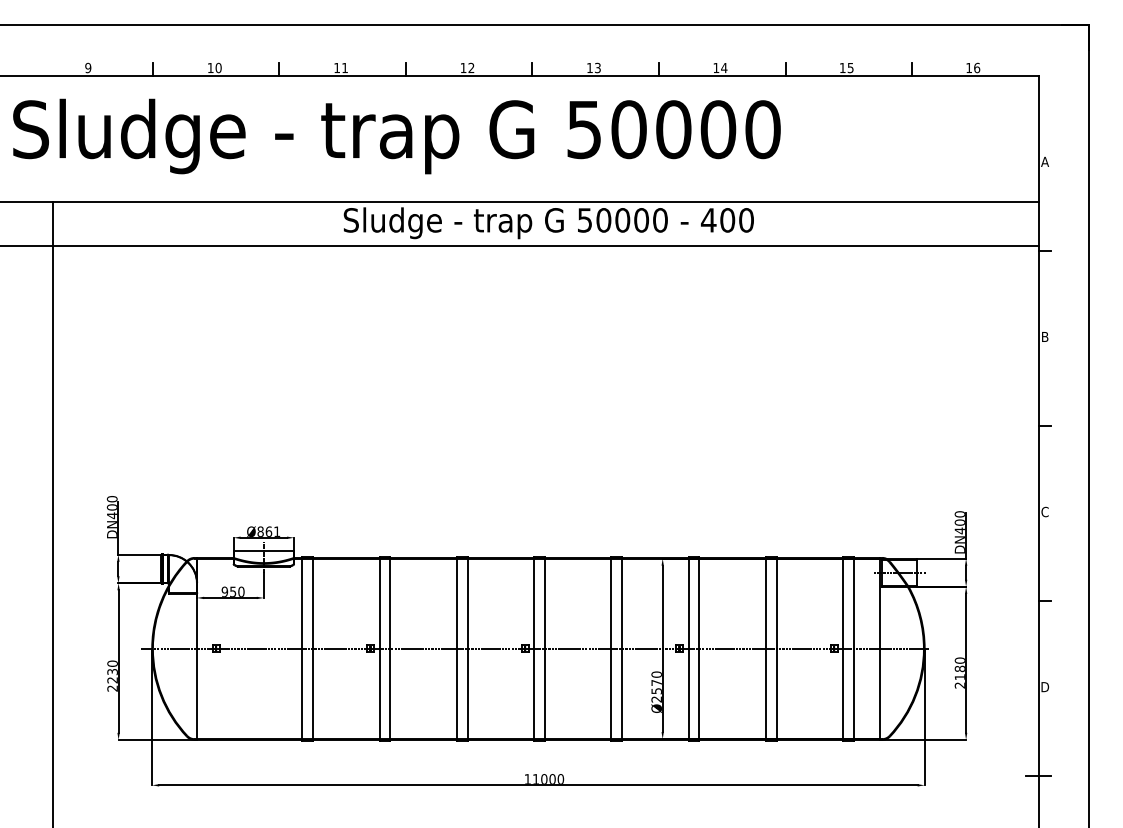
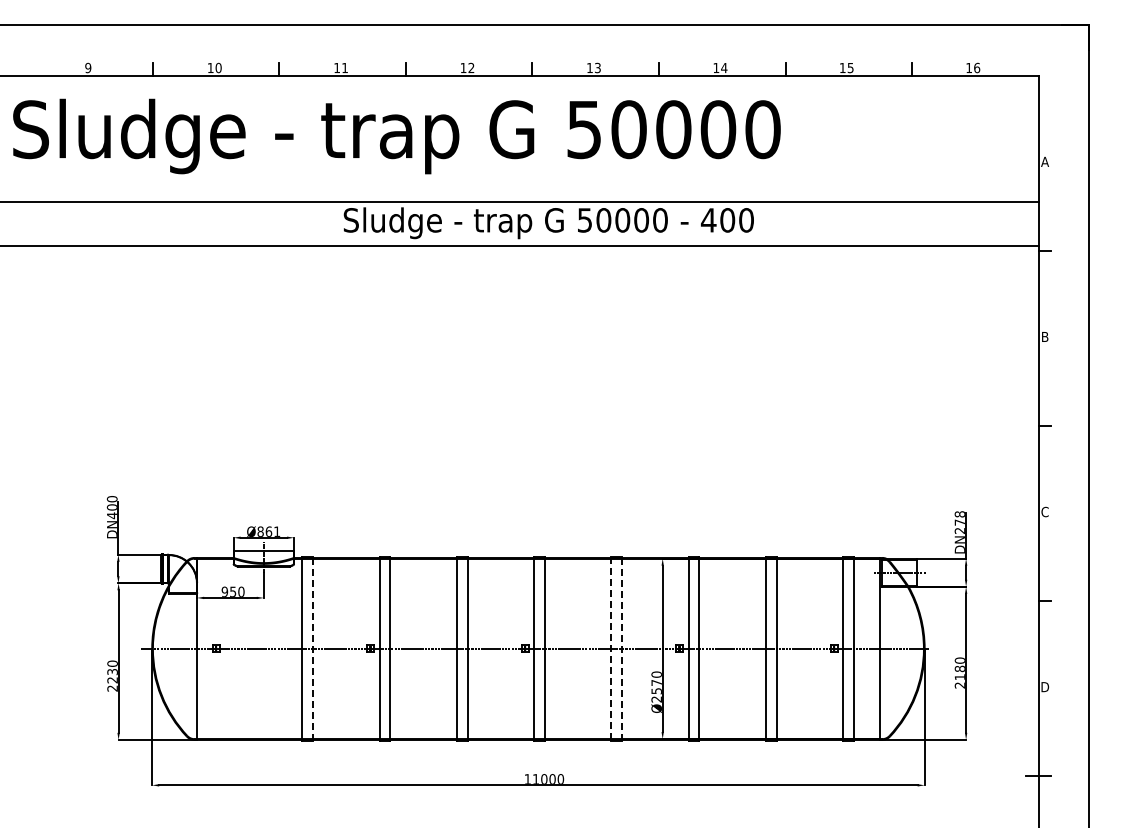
line at (52, 513): present -> none
text at (959, 522): DN400 -> DN278
line at (313, 648): solid -> dashed
line at (622, 648): solid -> dashed
line at (611, 649): solid -> dashed
